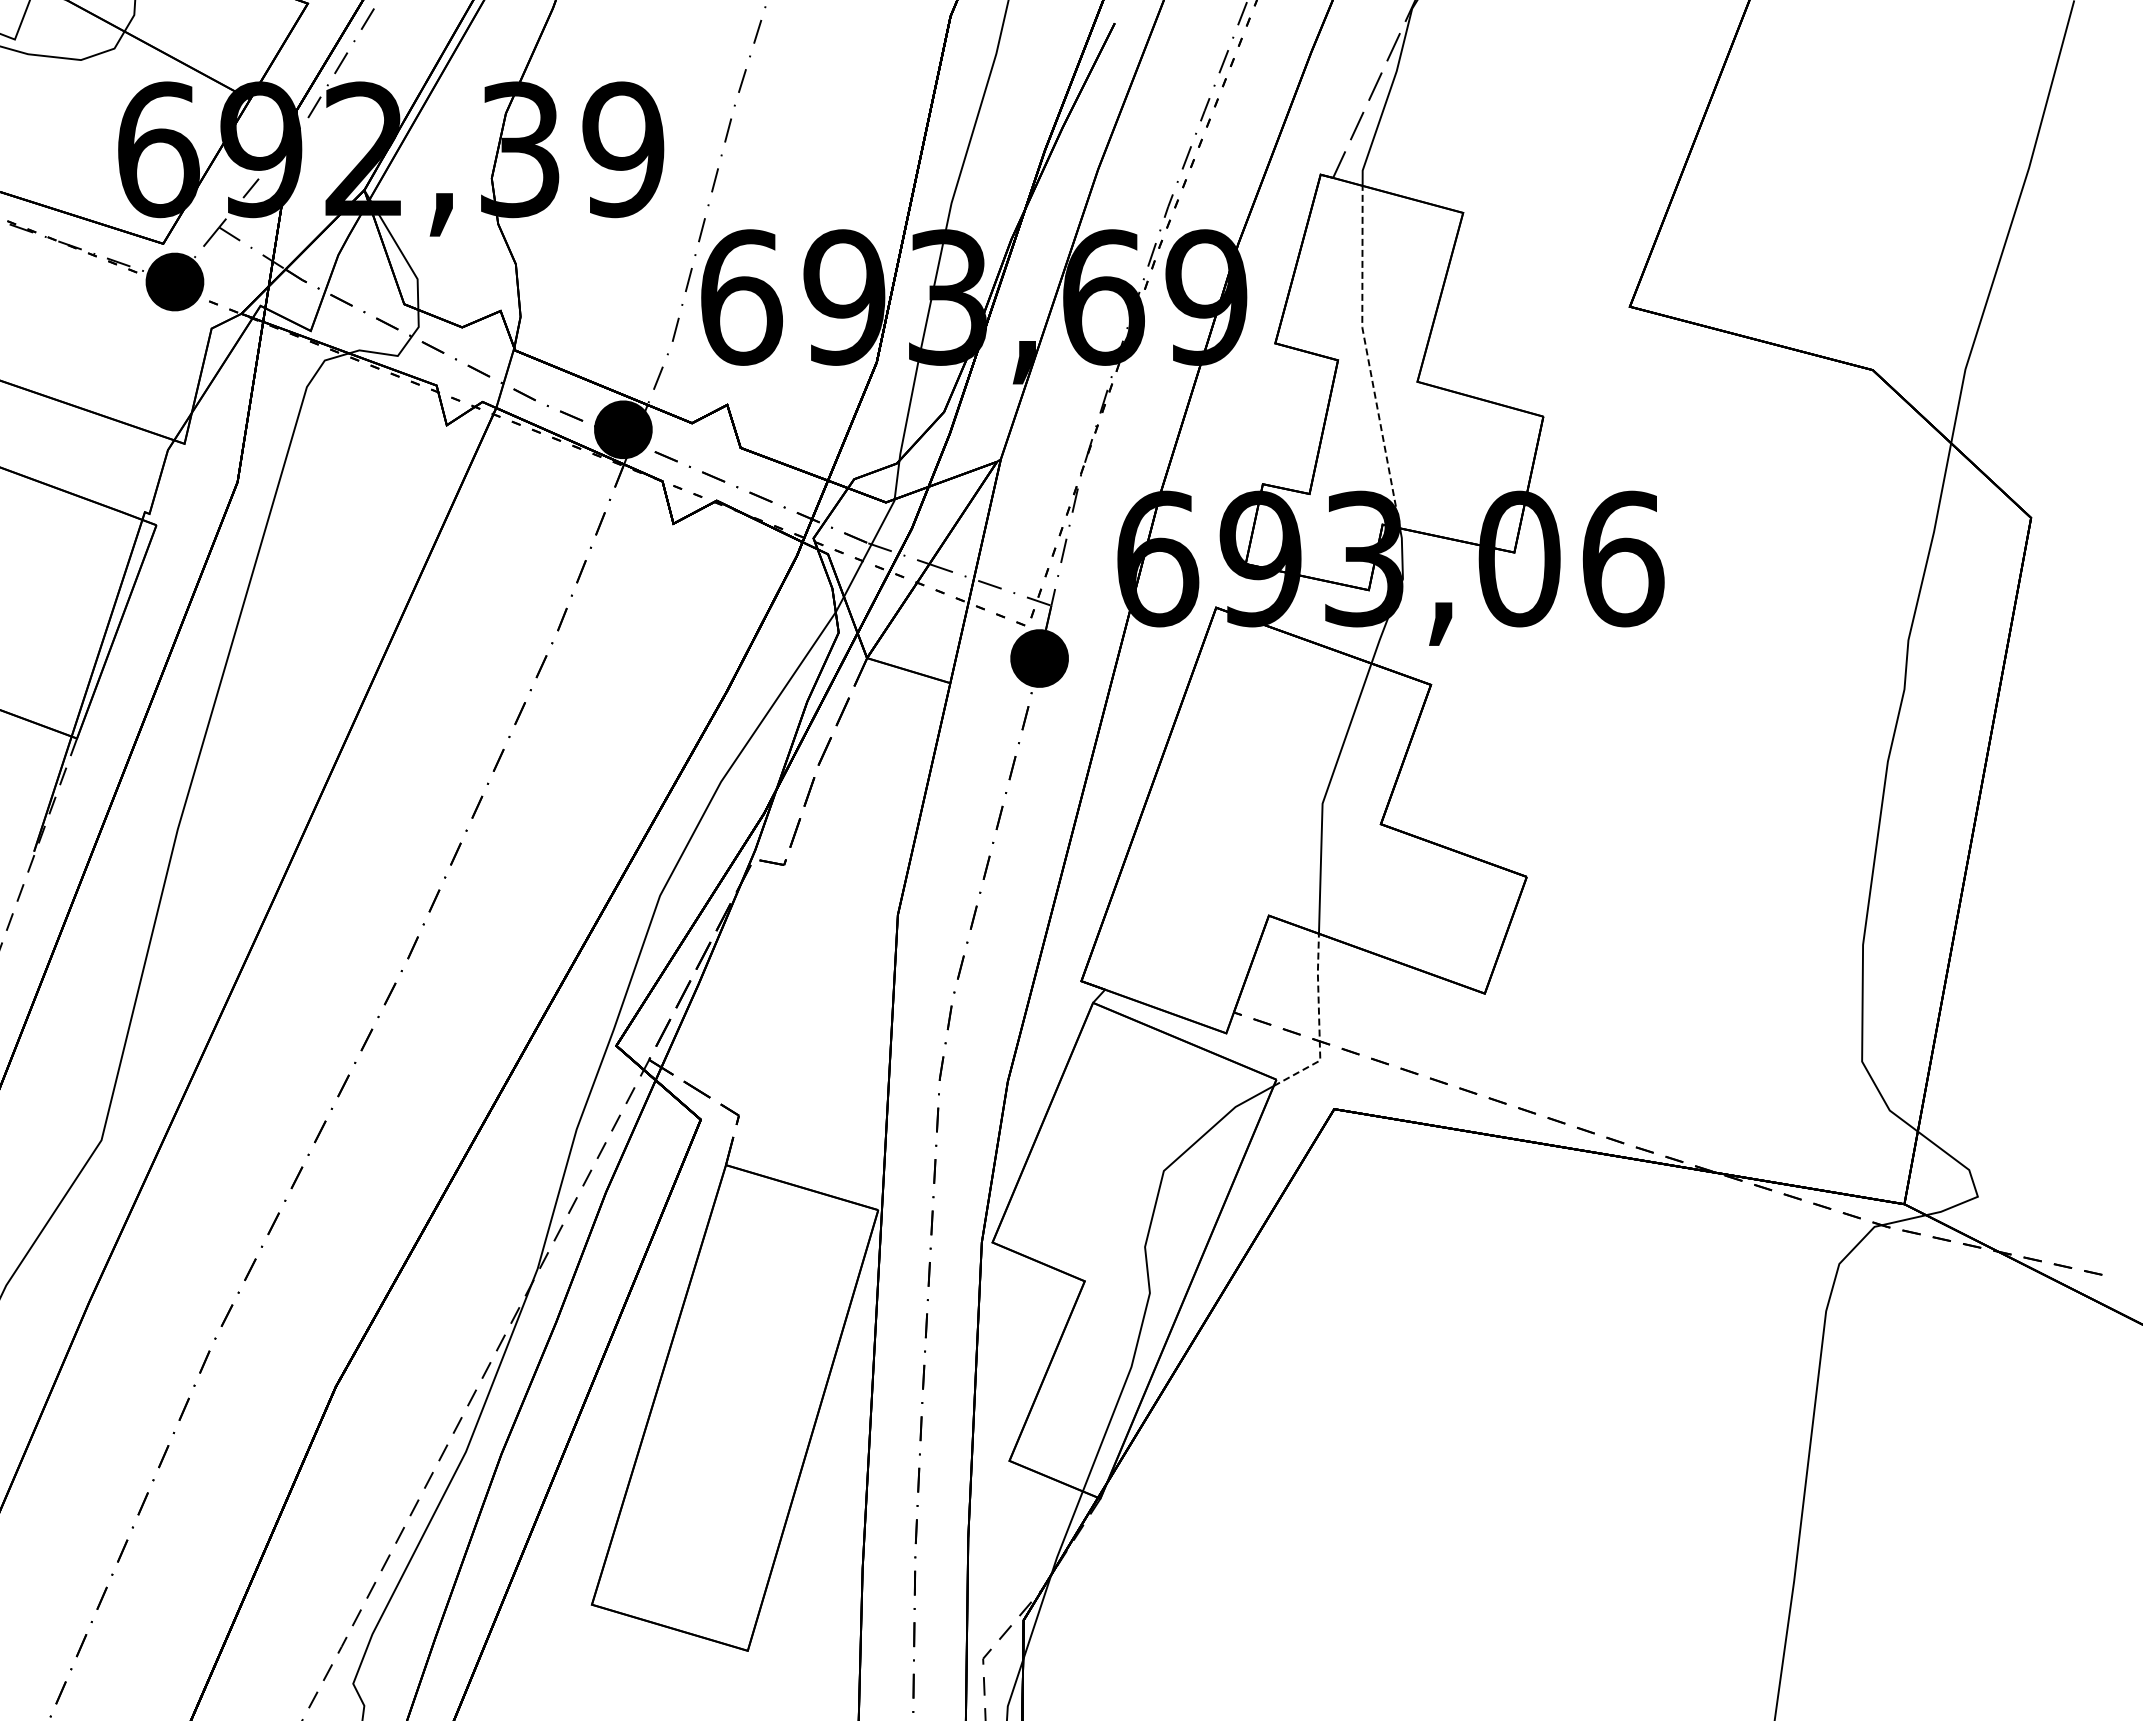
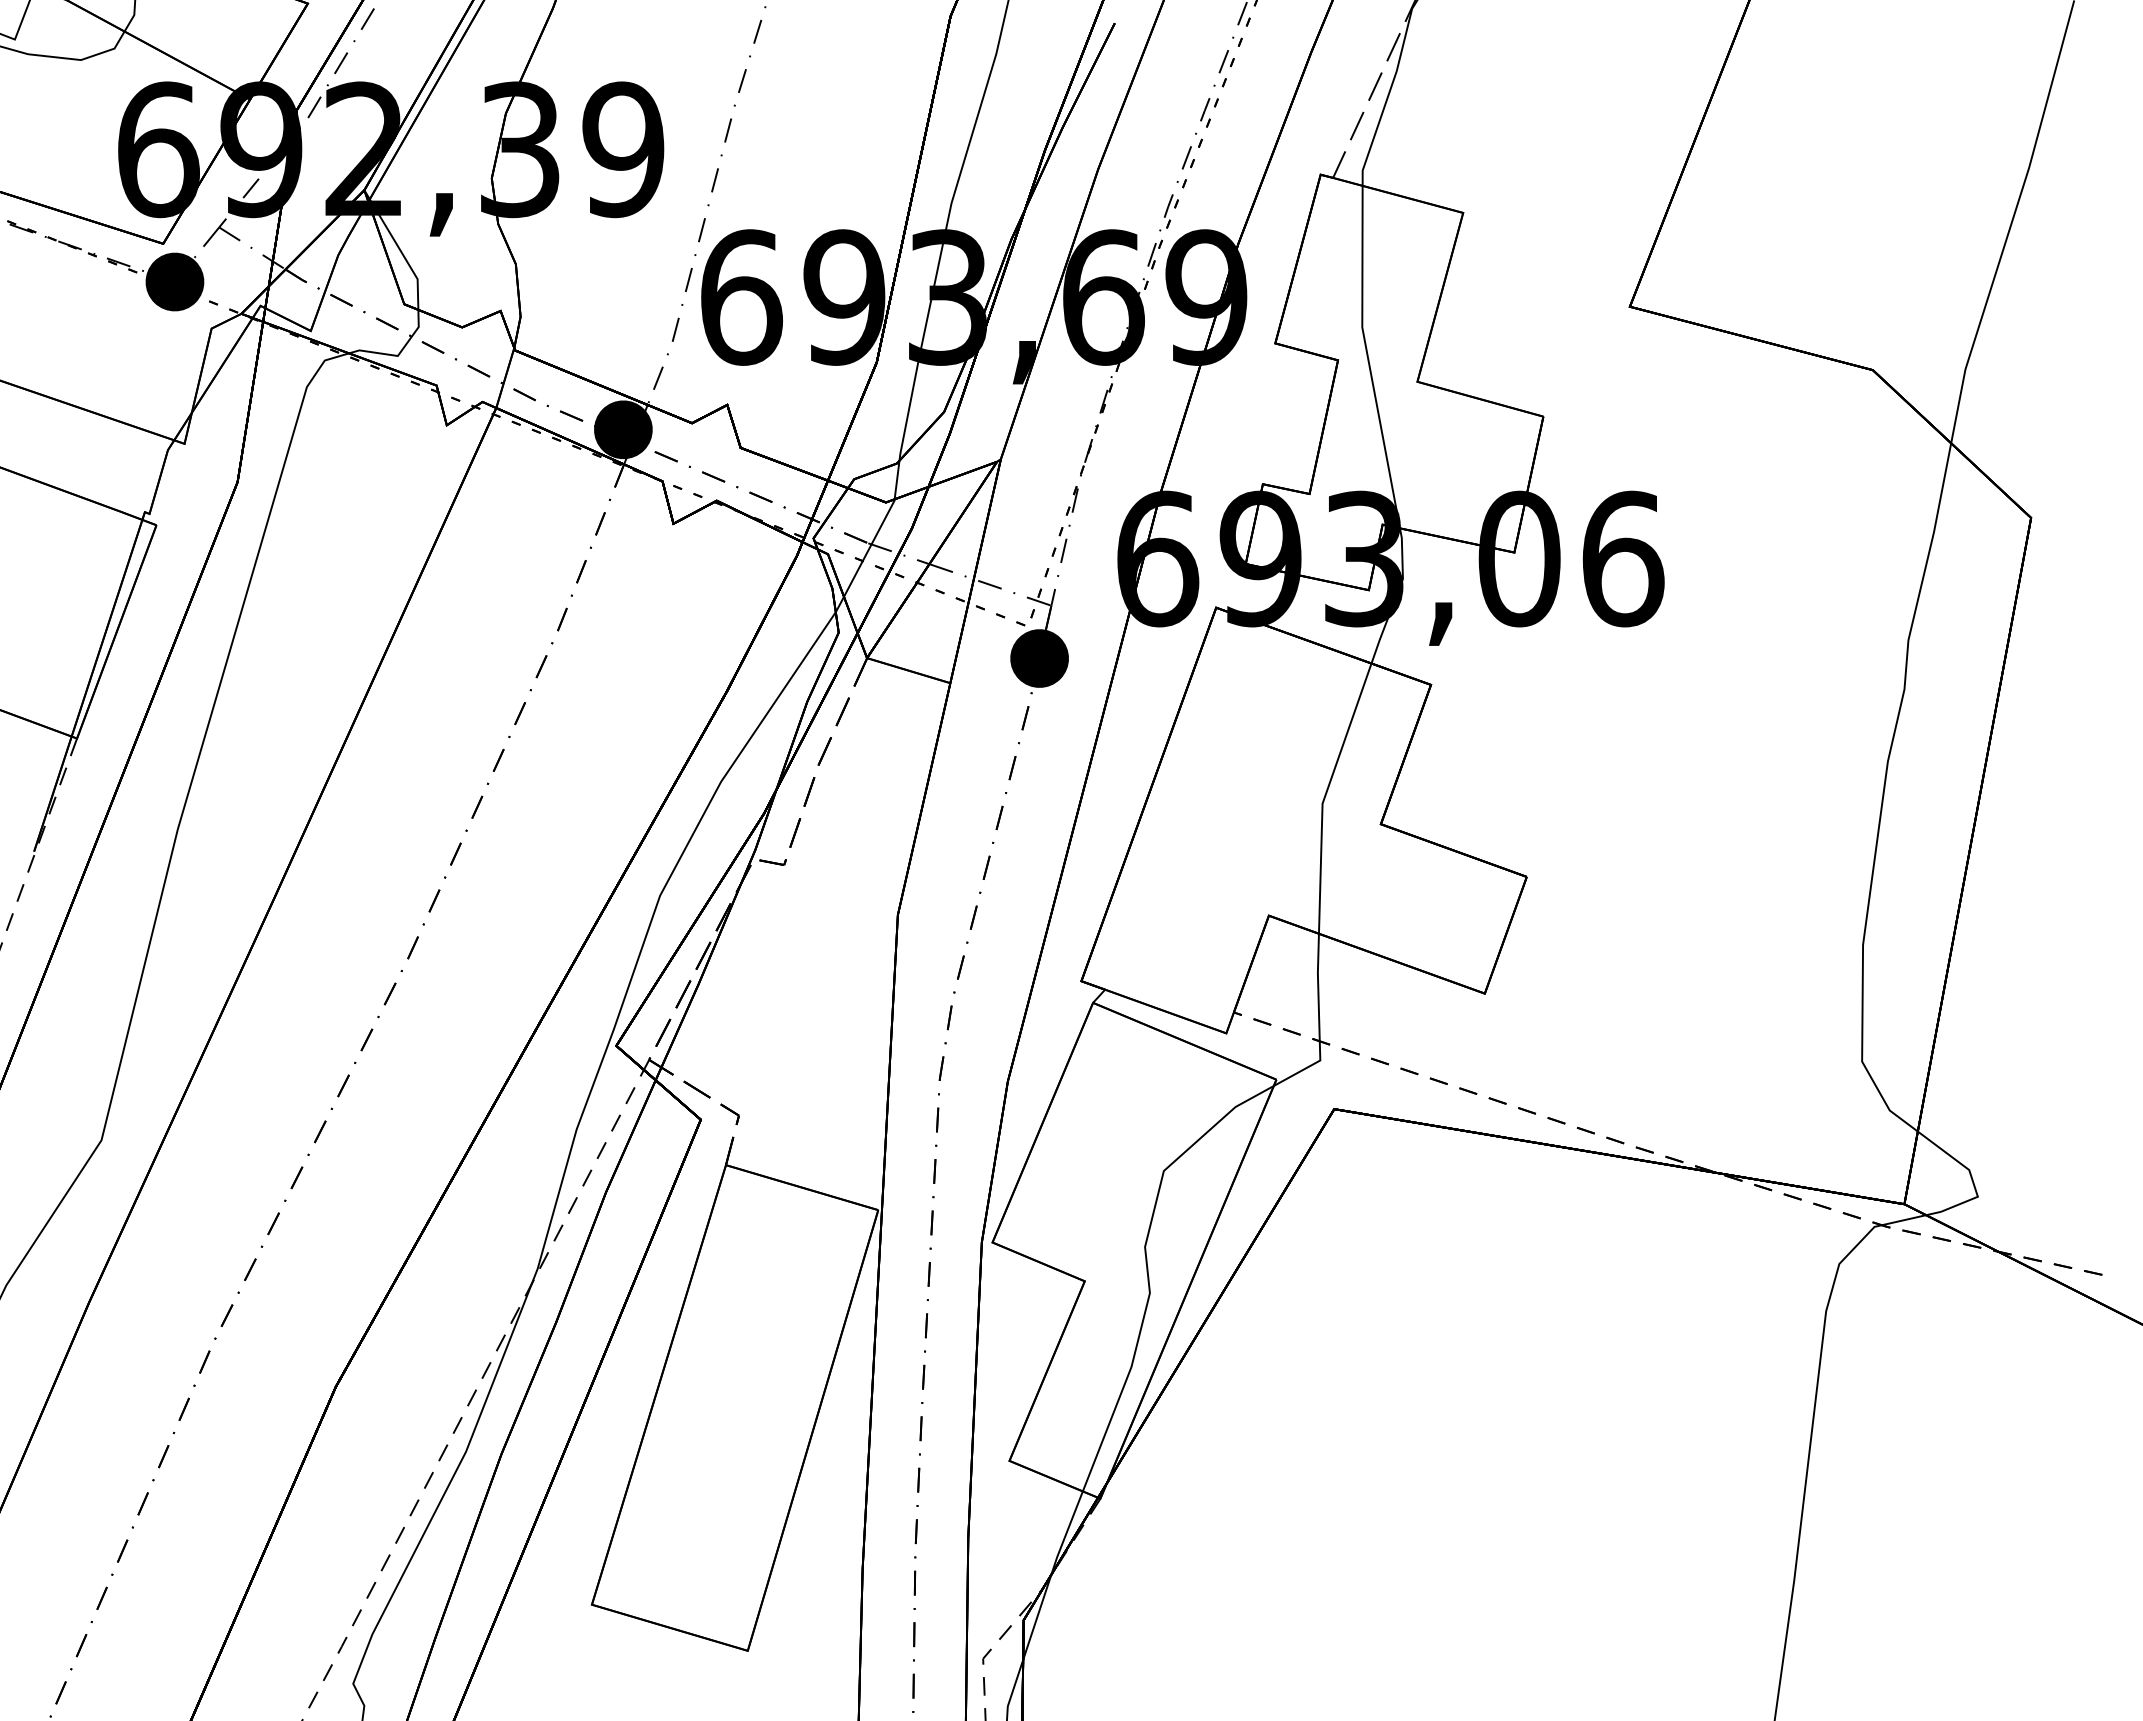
line at (1368, 357): dashed -> solid
line at (1319, 1023): dashed -> solid
